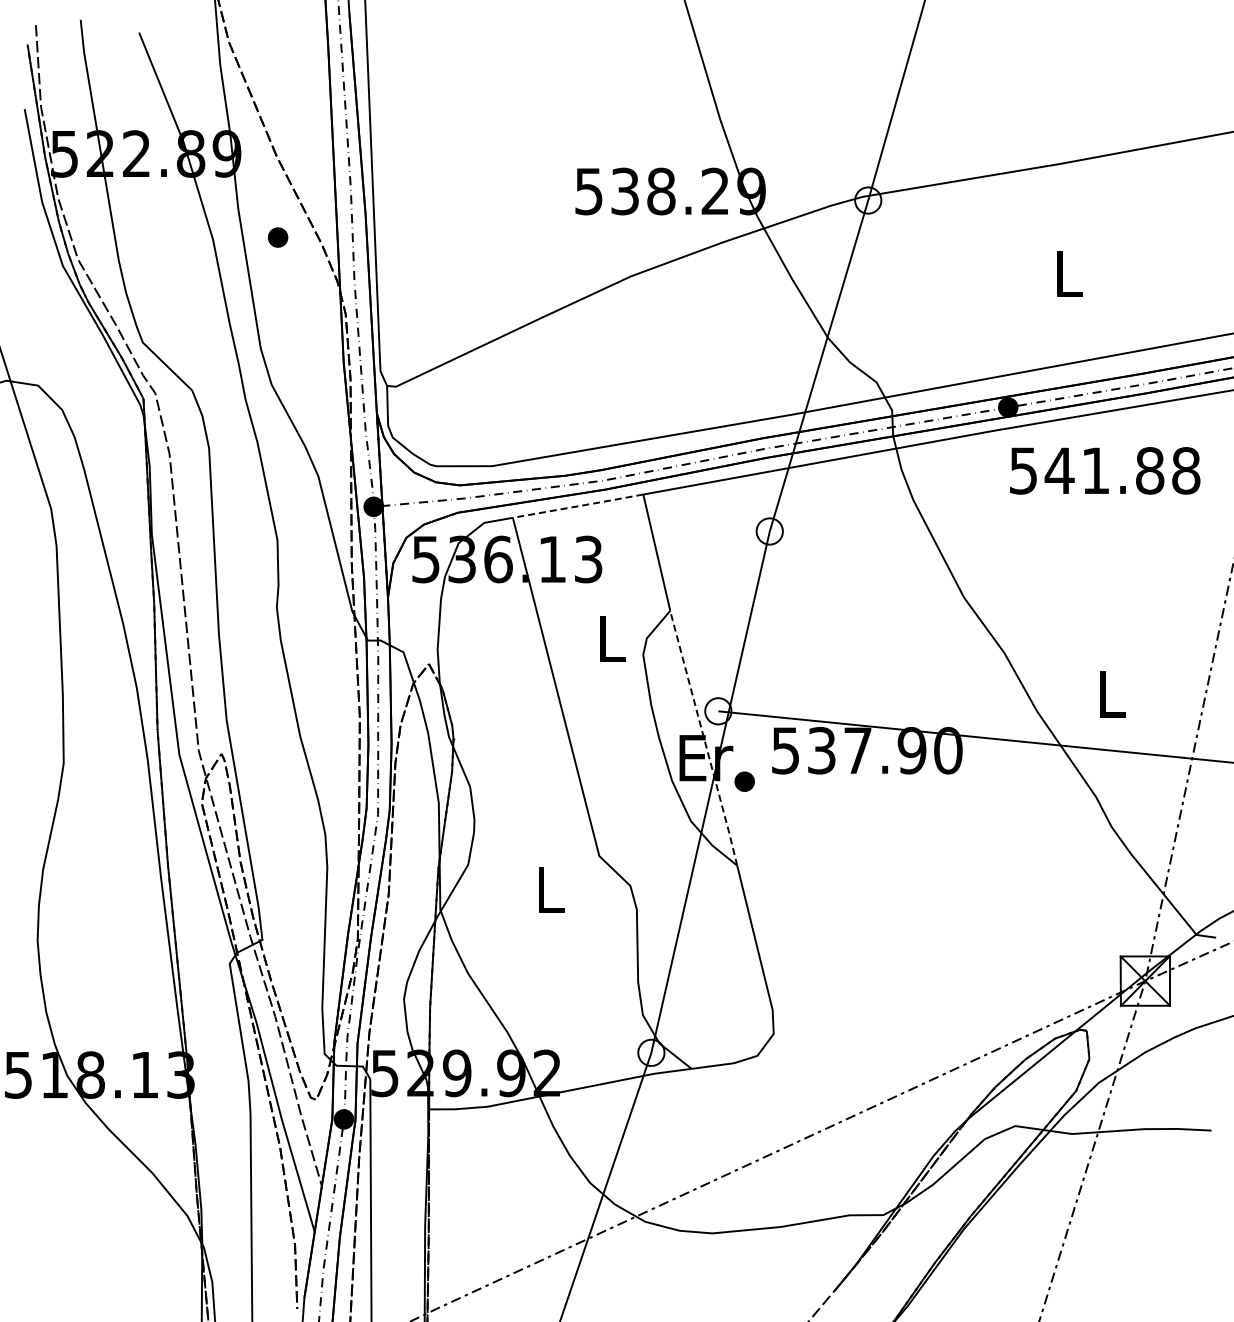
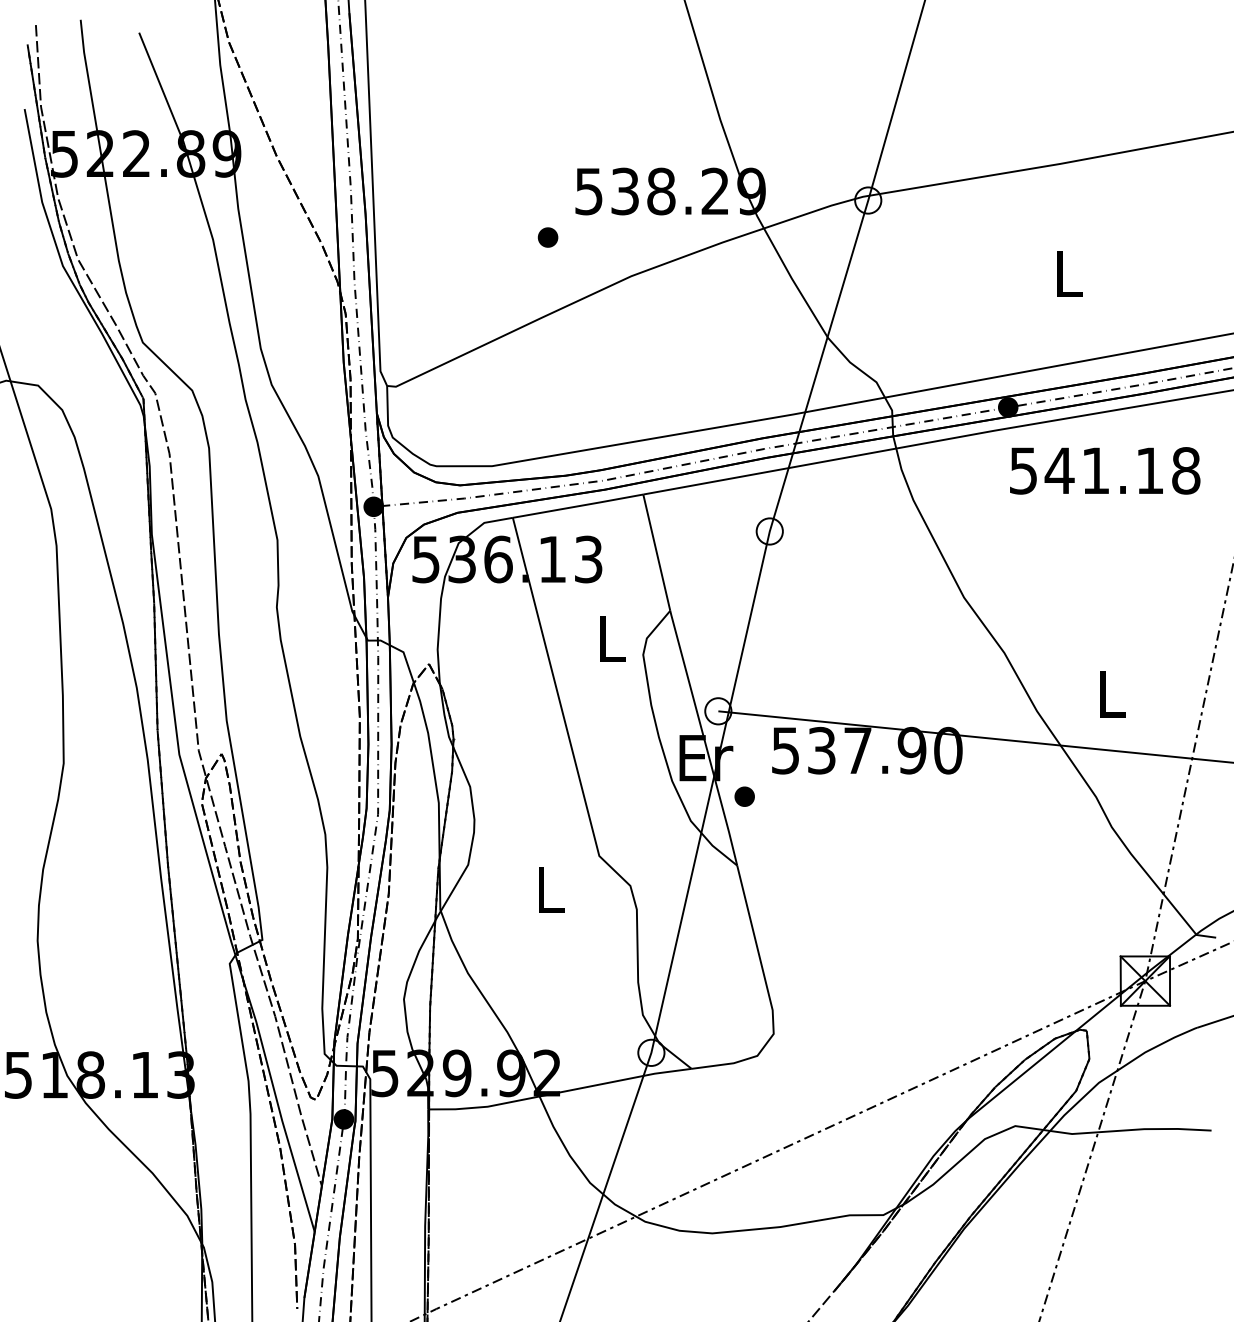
part at (277, 237) position: (277, 237) -> (547, 237)
text at (1150, 470): 541.88 -> 541.18
line at (578, 506): dashed -> solid
line at (703, 737): dashed -> solid
part at (744, 781) position: (744, 781) -> (744, 796)
